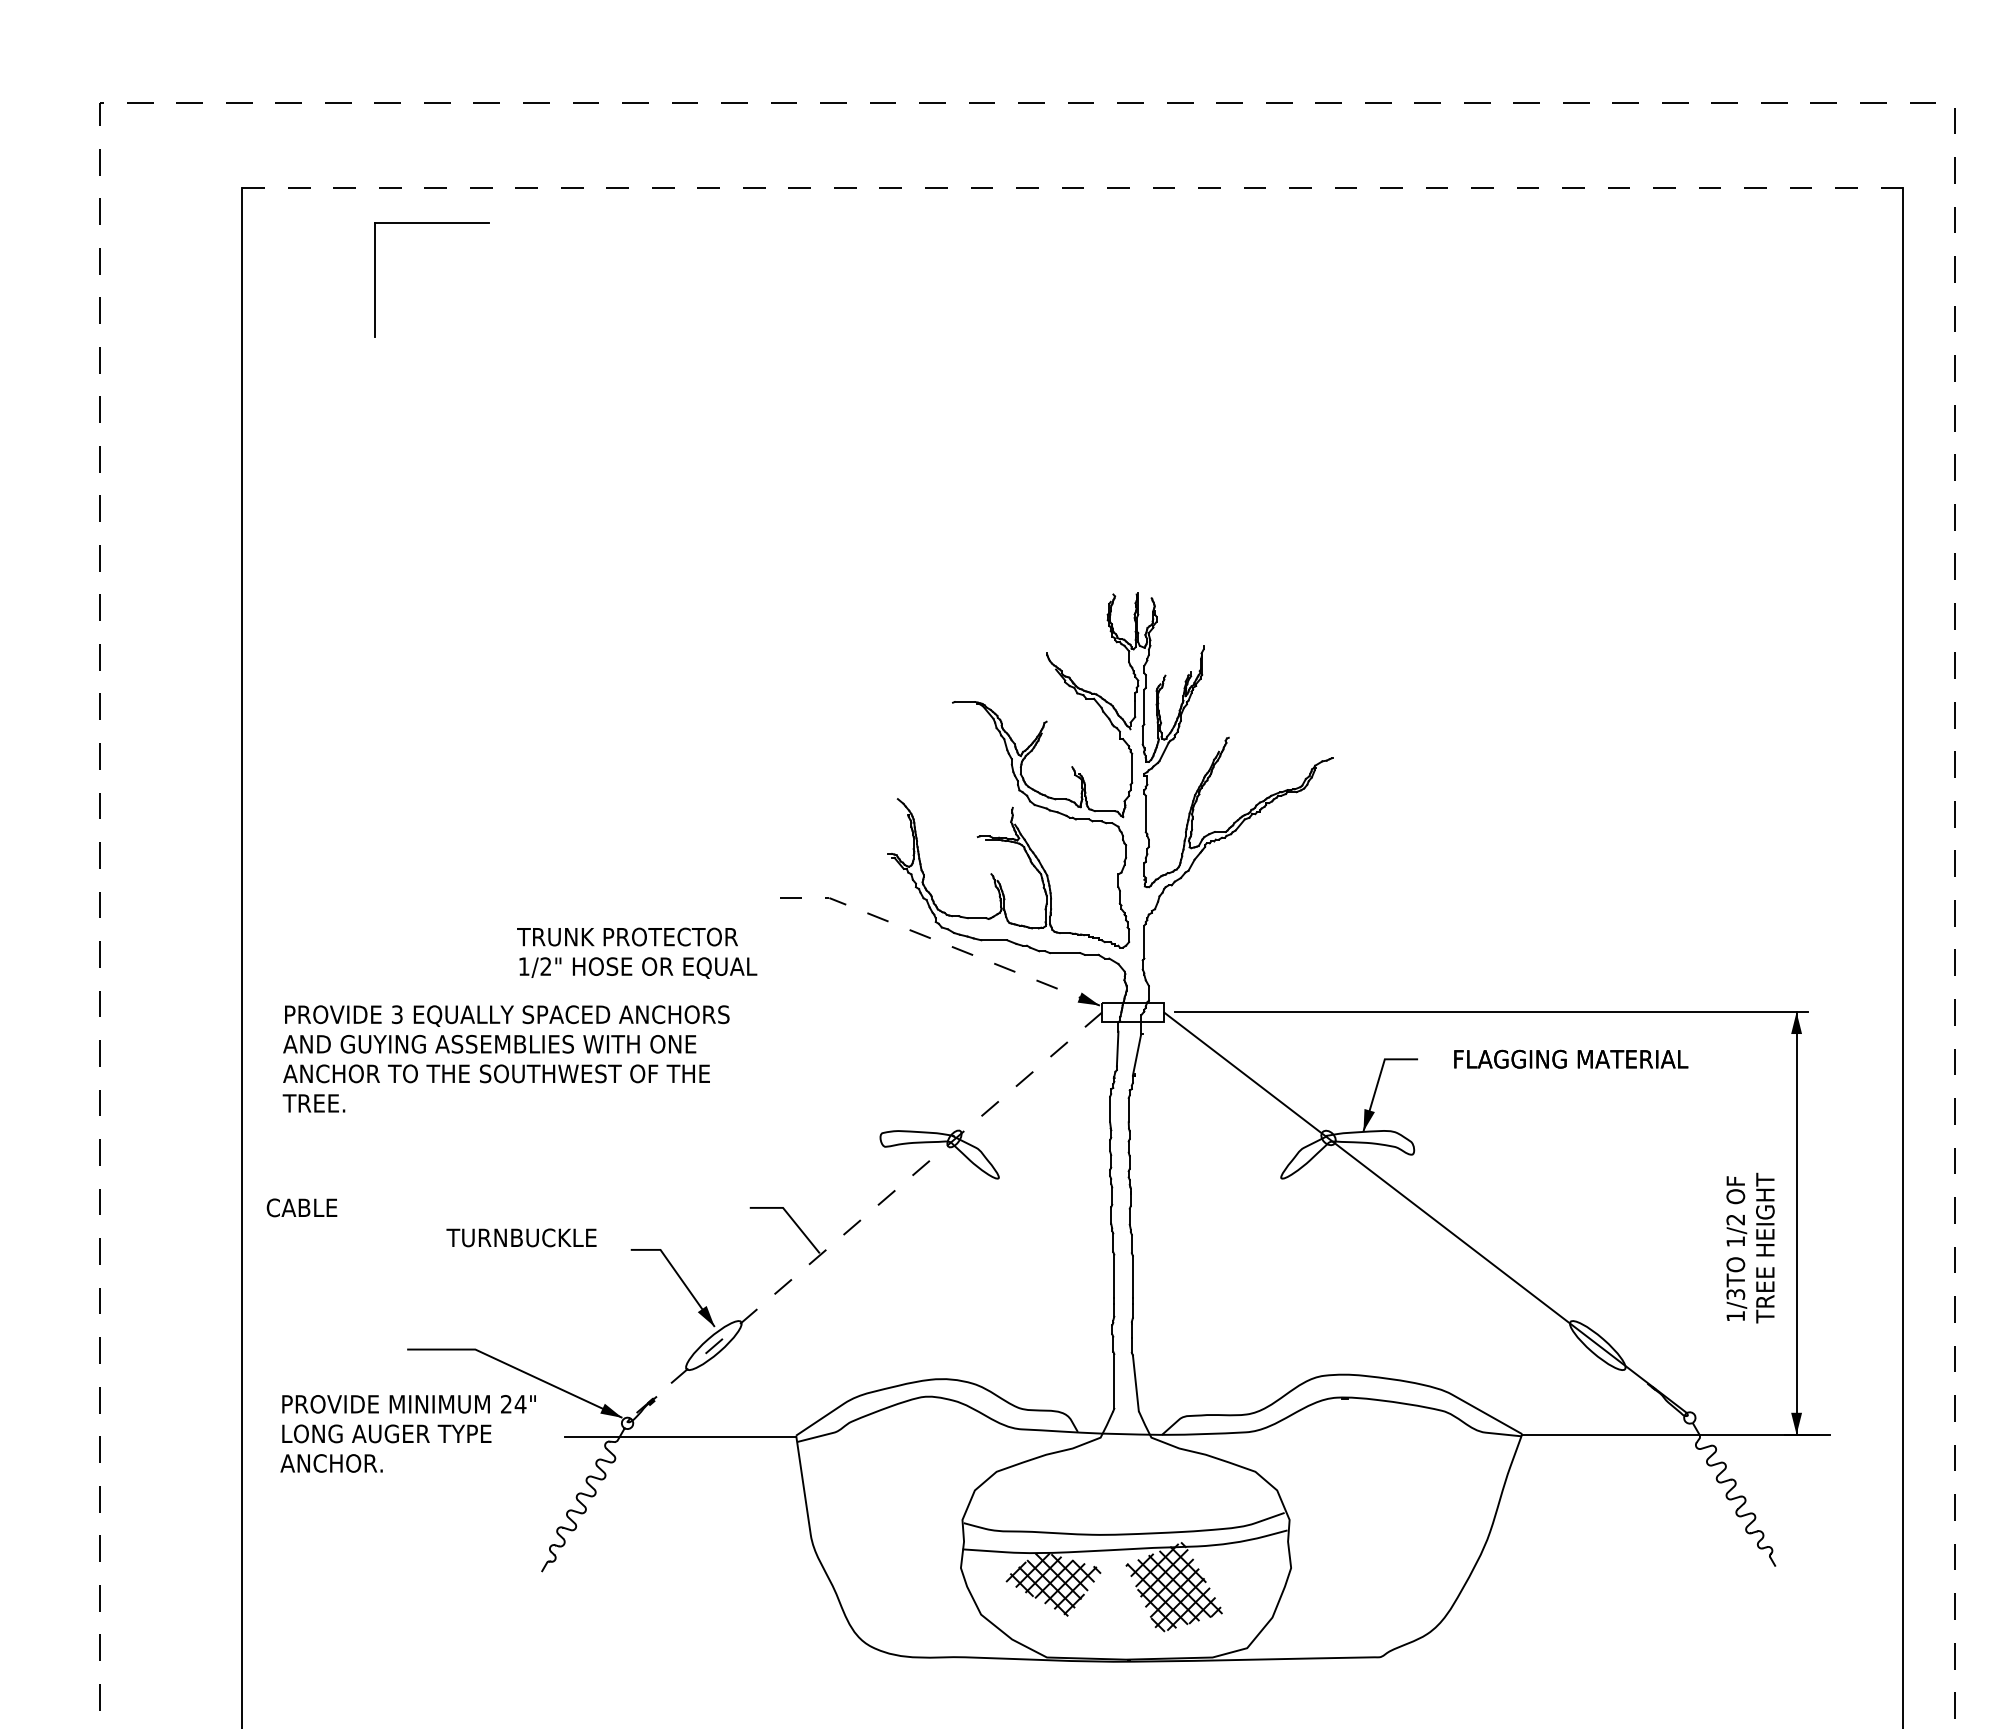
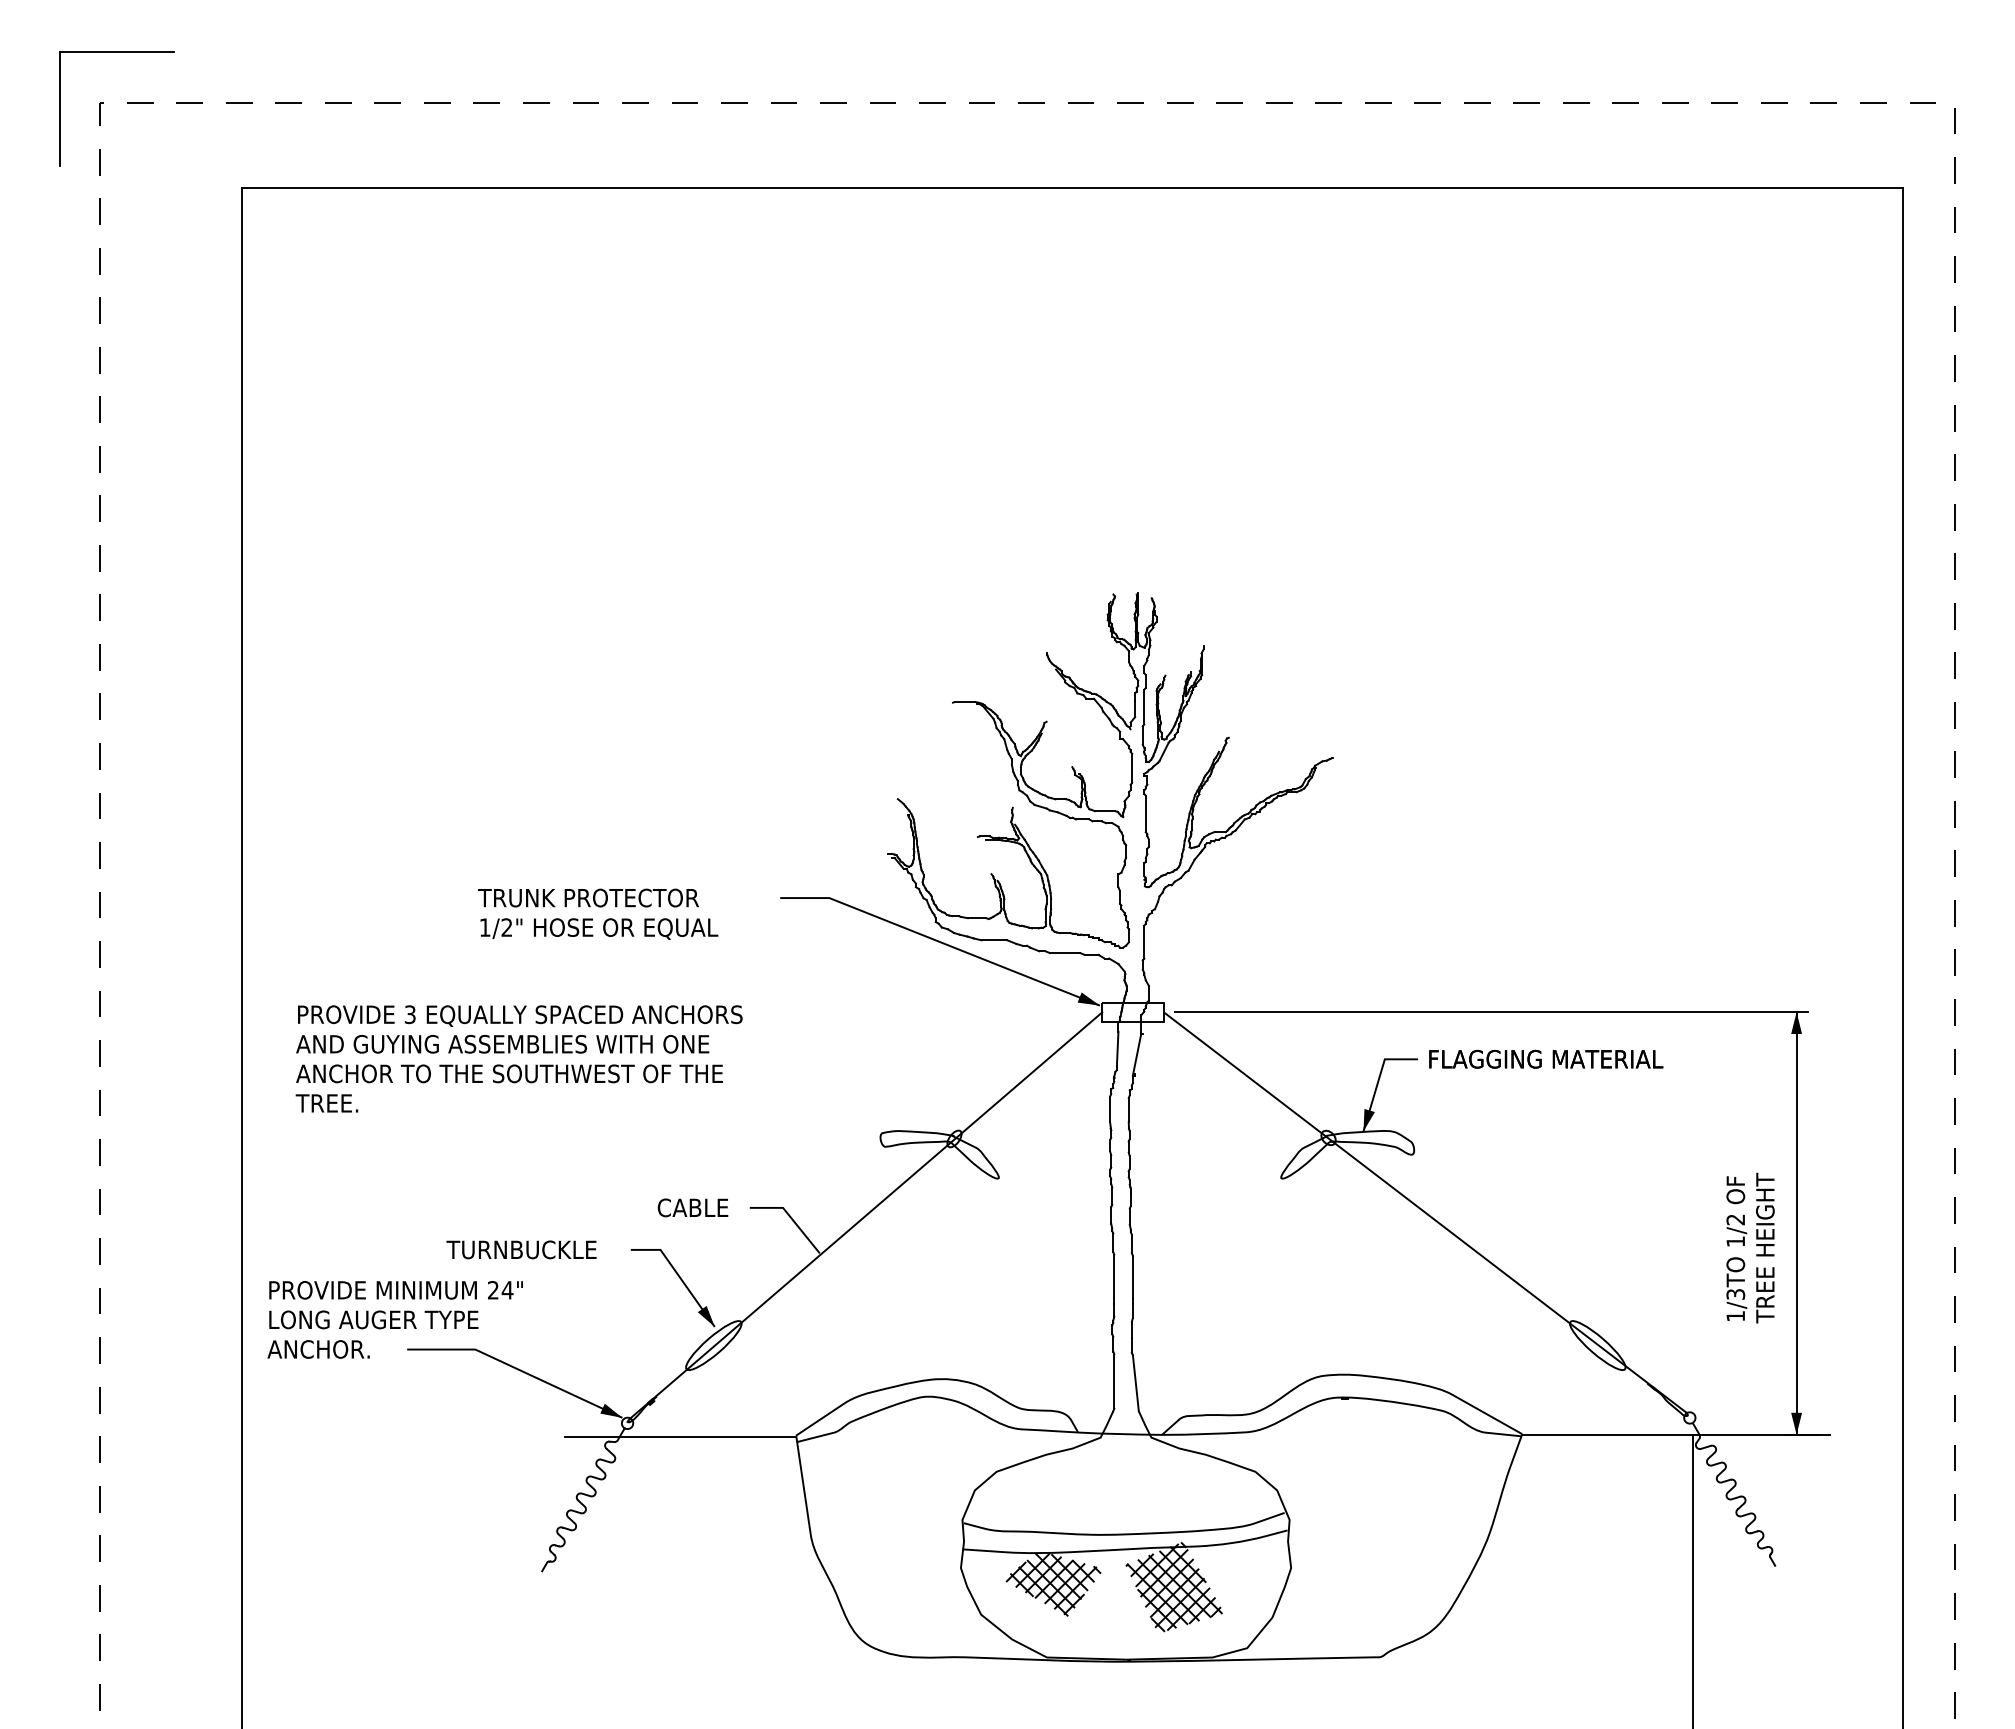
line at (1073, 188): dashed -> solid
part at (431, 223) position: (431, 223) -> (116, 52)
line at (940, 942): dashed -> solid
text at (637, 952) position: (637, 952) -> (598, 913)
text at (505, 1058) position: (505, 1058) -> (518, 1058)
text at (1571, 1058) position: (1571, 1058) -> (1546, 1058)
text at (301, 1207) position: (301, 1207) -> (692, 1207)
line at (865, 1215): dashed -> solid
text at (521, 1237) position: (521, 1237) -> (521, 1249)
text at (407, 1433) position: (407, 1433) -> (394, 1319)
line at (1692, 1579): none -> present
